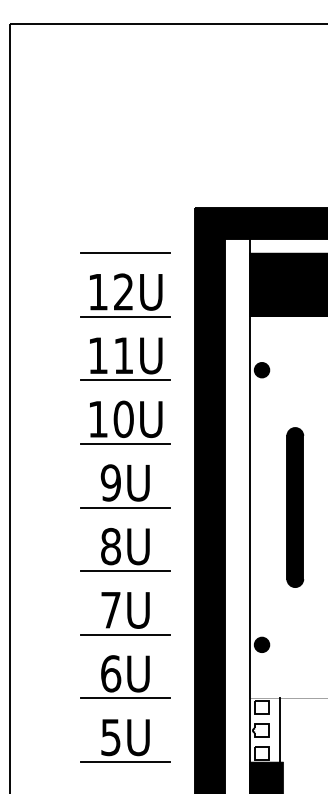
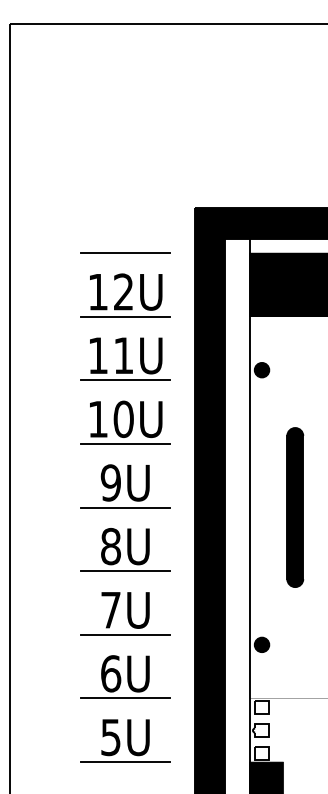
line at (280, 730): present -> none
